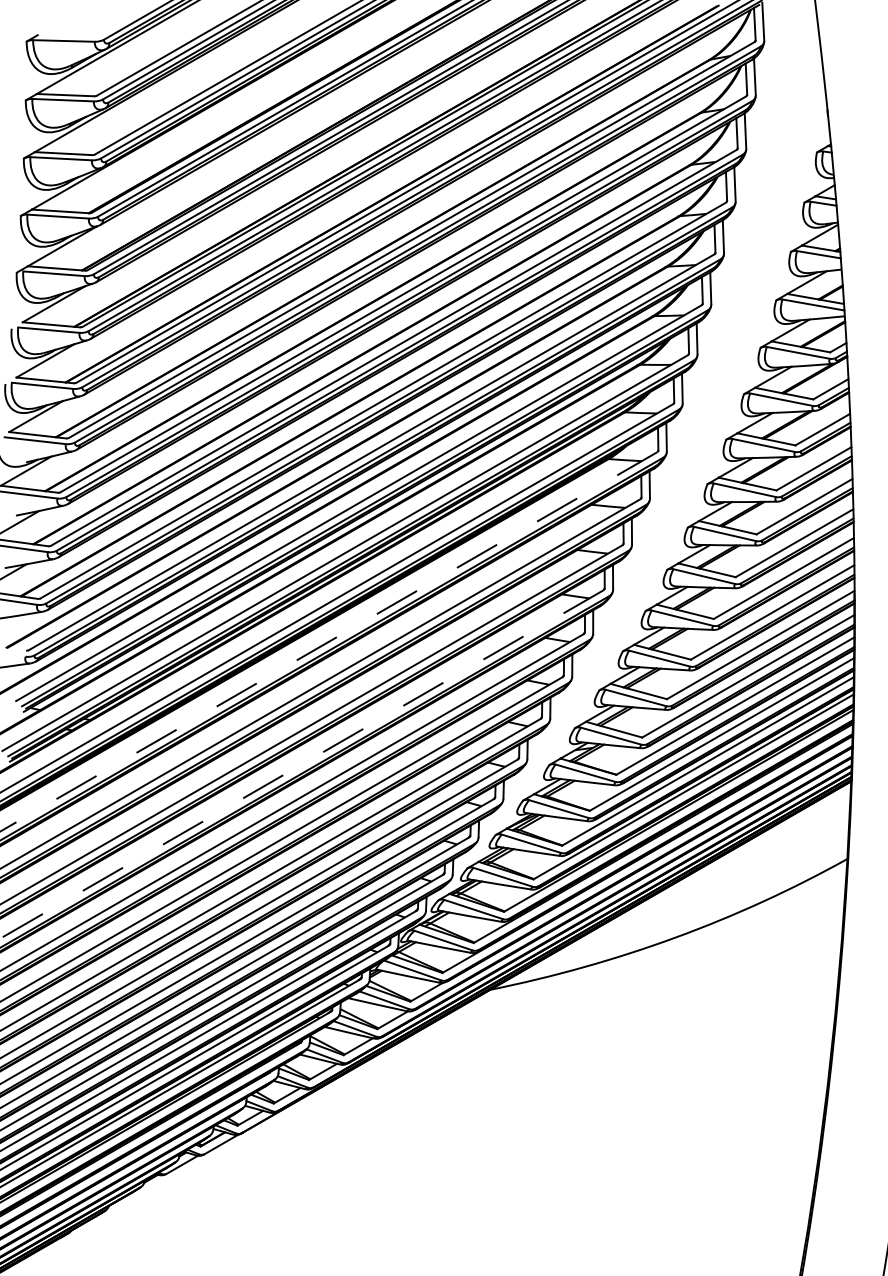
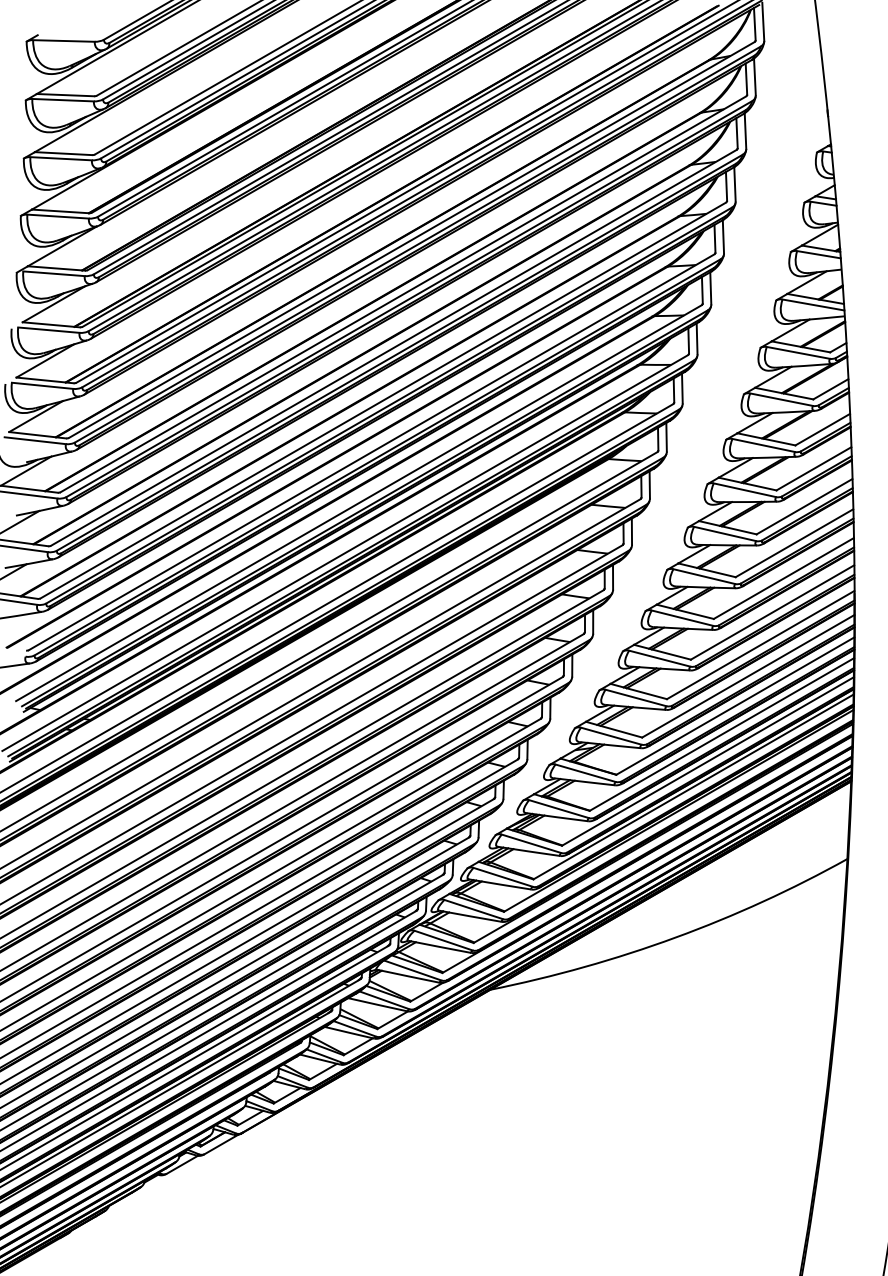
line at (328, 642): dashed -> solid
line at (301, 764): dashed -> solid
